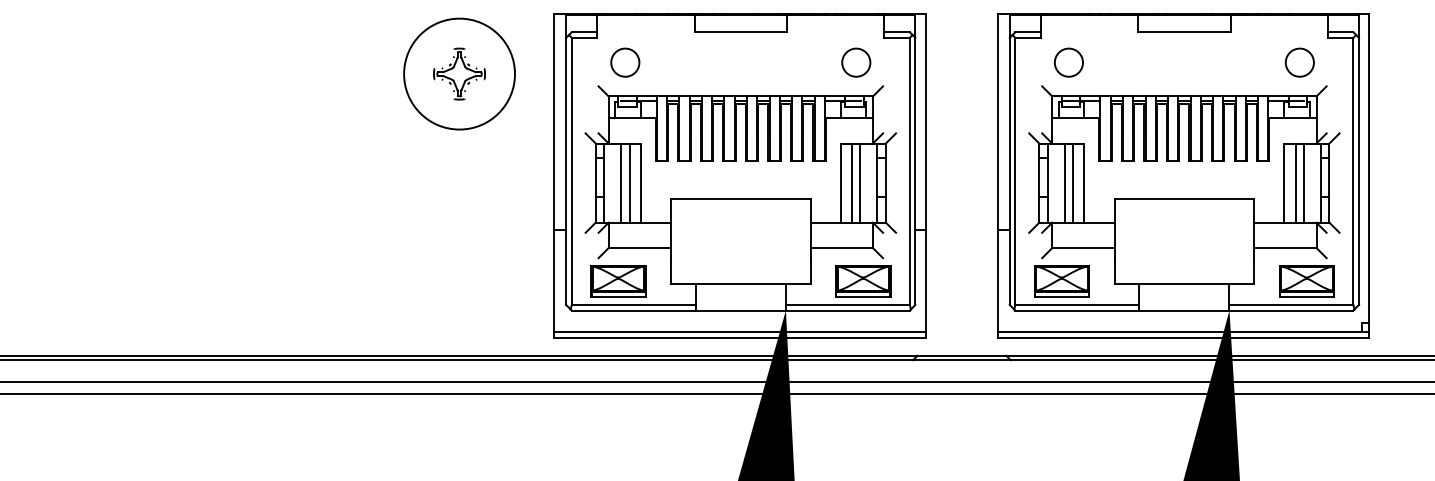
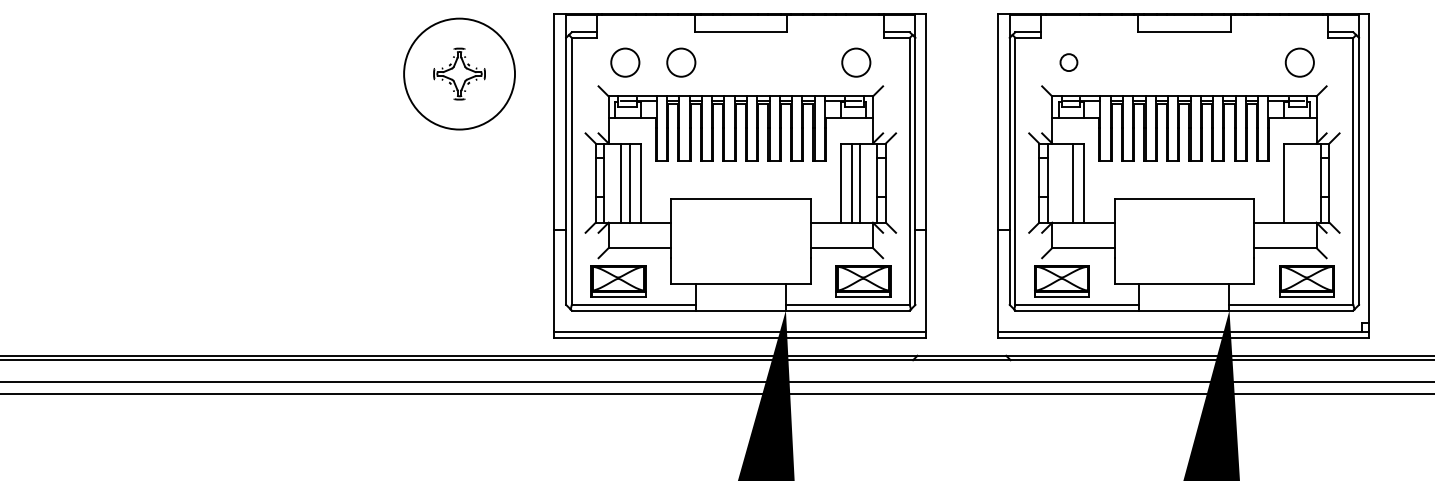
circle at (681, 62): none -> present
circle at (1068, 62) size: 30x31 px -> 20x19 px
line at (1064, 182): present -> none
line at (1295, 182): present -> none
line at (1303, 182): present -> none
